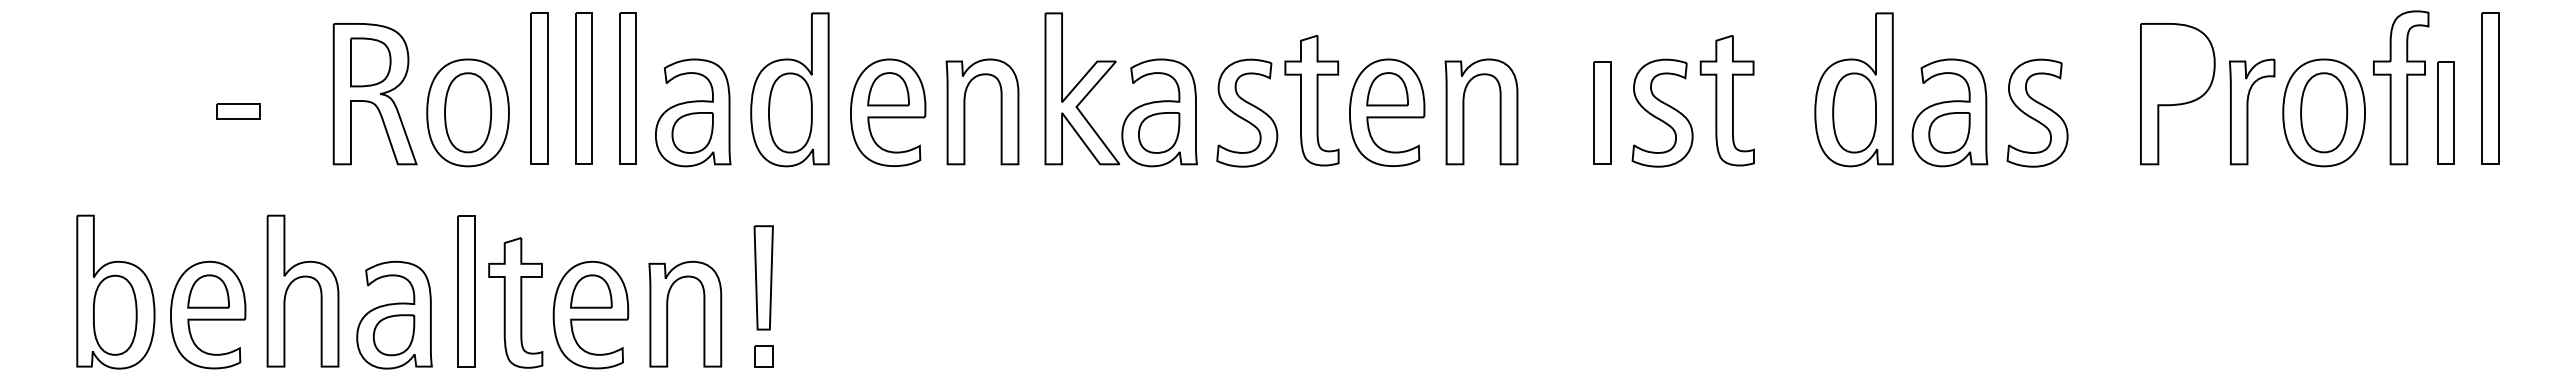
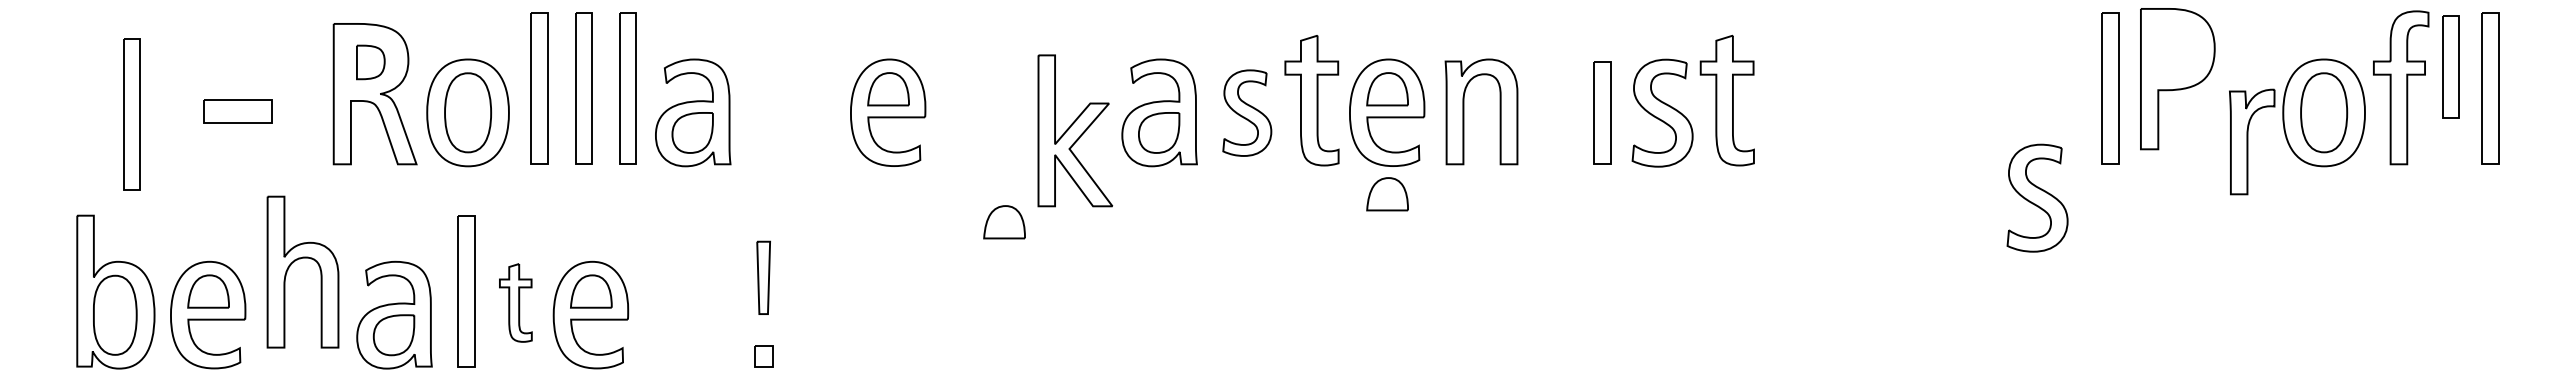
part at (370, 62) size: 42x51 px -> 30x37 px
part at (1082, 88) position: (1082, 88) -> (1075, 130)
part at (2110, 88): none -> present
part at (789, 89): present -> none
part at (1853, 89): present -> none
part at (2177, 94) position: (2177, 94) -> (2177, 79)
part at (238, 111) size: 45x17 px -> 70x25 px
part at (965, 111): present -> none
part at (2252, 111) position: (2252, 111) -> (2252, 141)
part at (1247, 112) size: 63x110 px -> 51x88 px
part at (1949, 112): present -> none
part at (2037, 112) position: (2037, 112) -> (2037, 197)
part at (2445, 112) position: (2445, 112) -> (2450, 66)
part at (131, 114): none -> present
part at (1387, 194): none -> present
part at (1004, 222): none -> present
part at (763, 277) size: 21x106 px -> 15x75 px
part at (294, 281) position: (294, 281) -> (294, 262)
part at (515, 302) size: 56x132 px -> 34x80 px
part at (668, 313): present -> none
